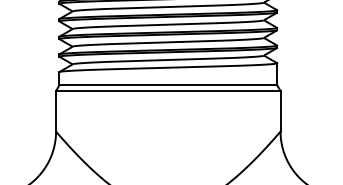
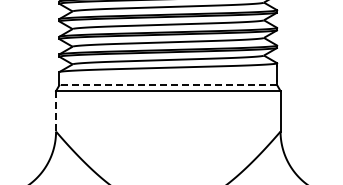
line at (168, 85): solid -> dashed
line at (56, 111): solid -> dashed
